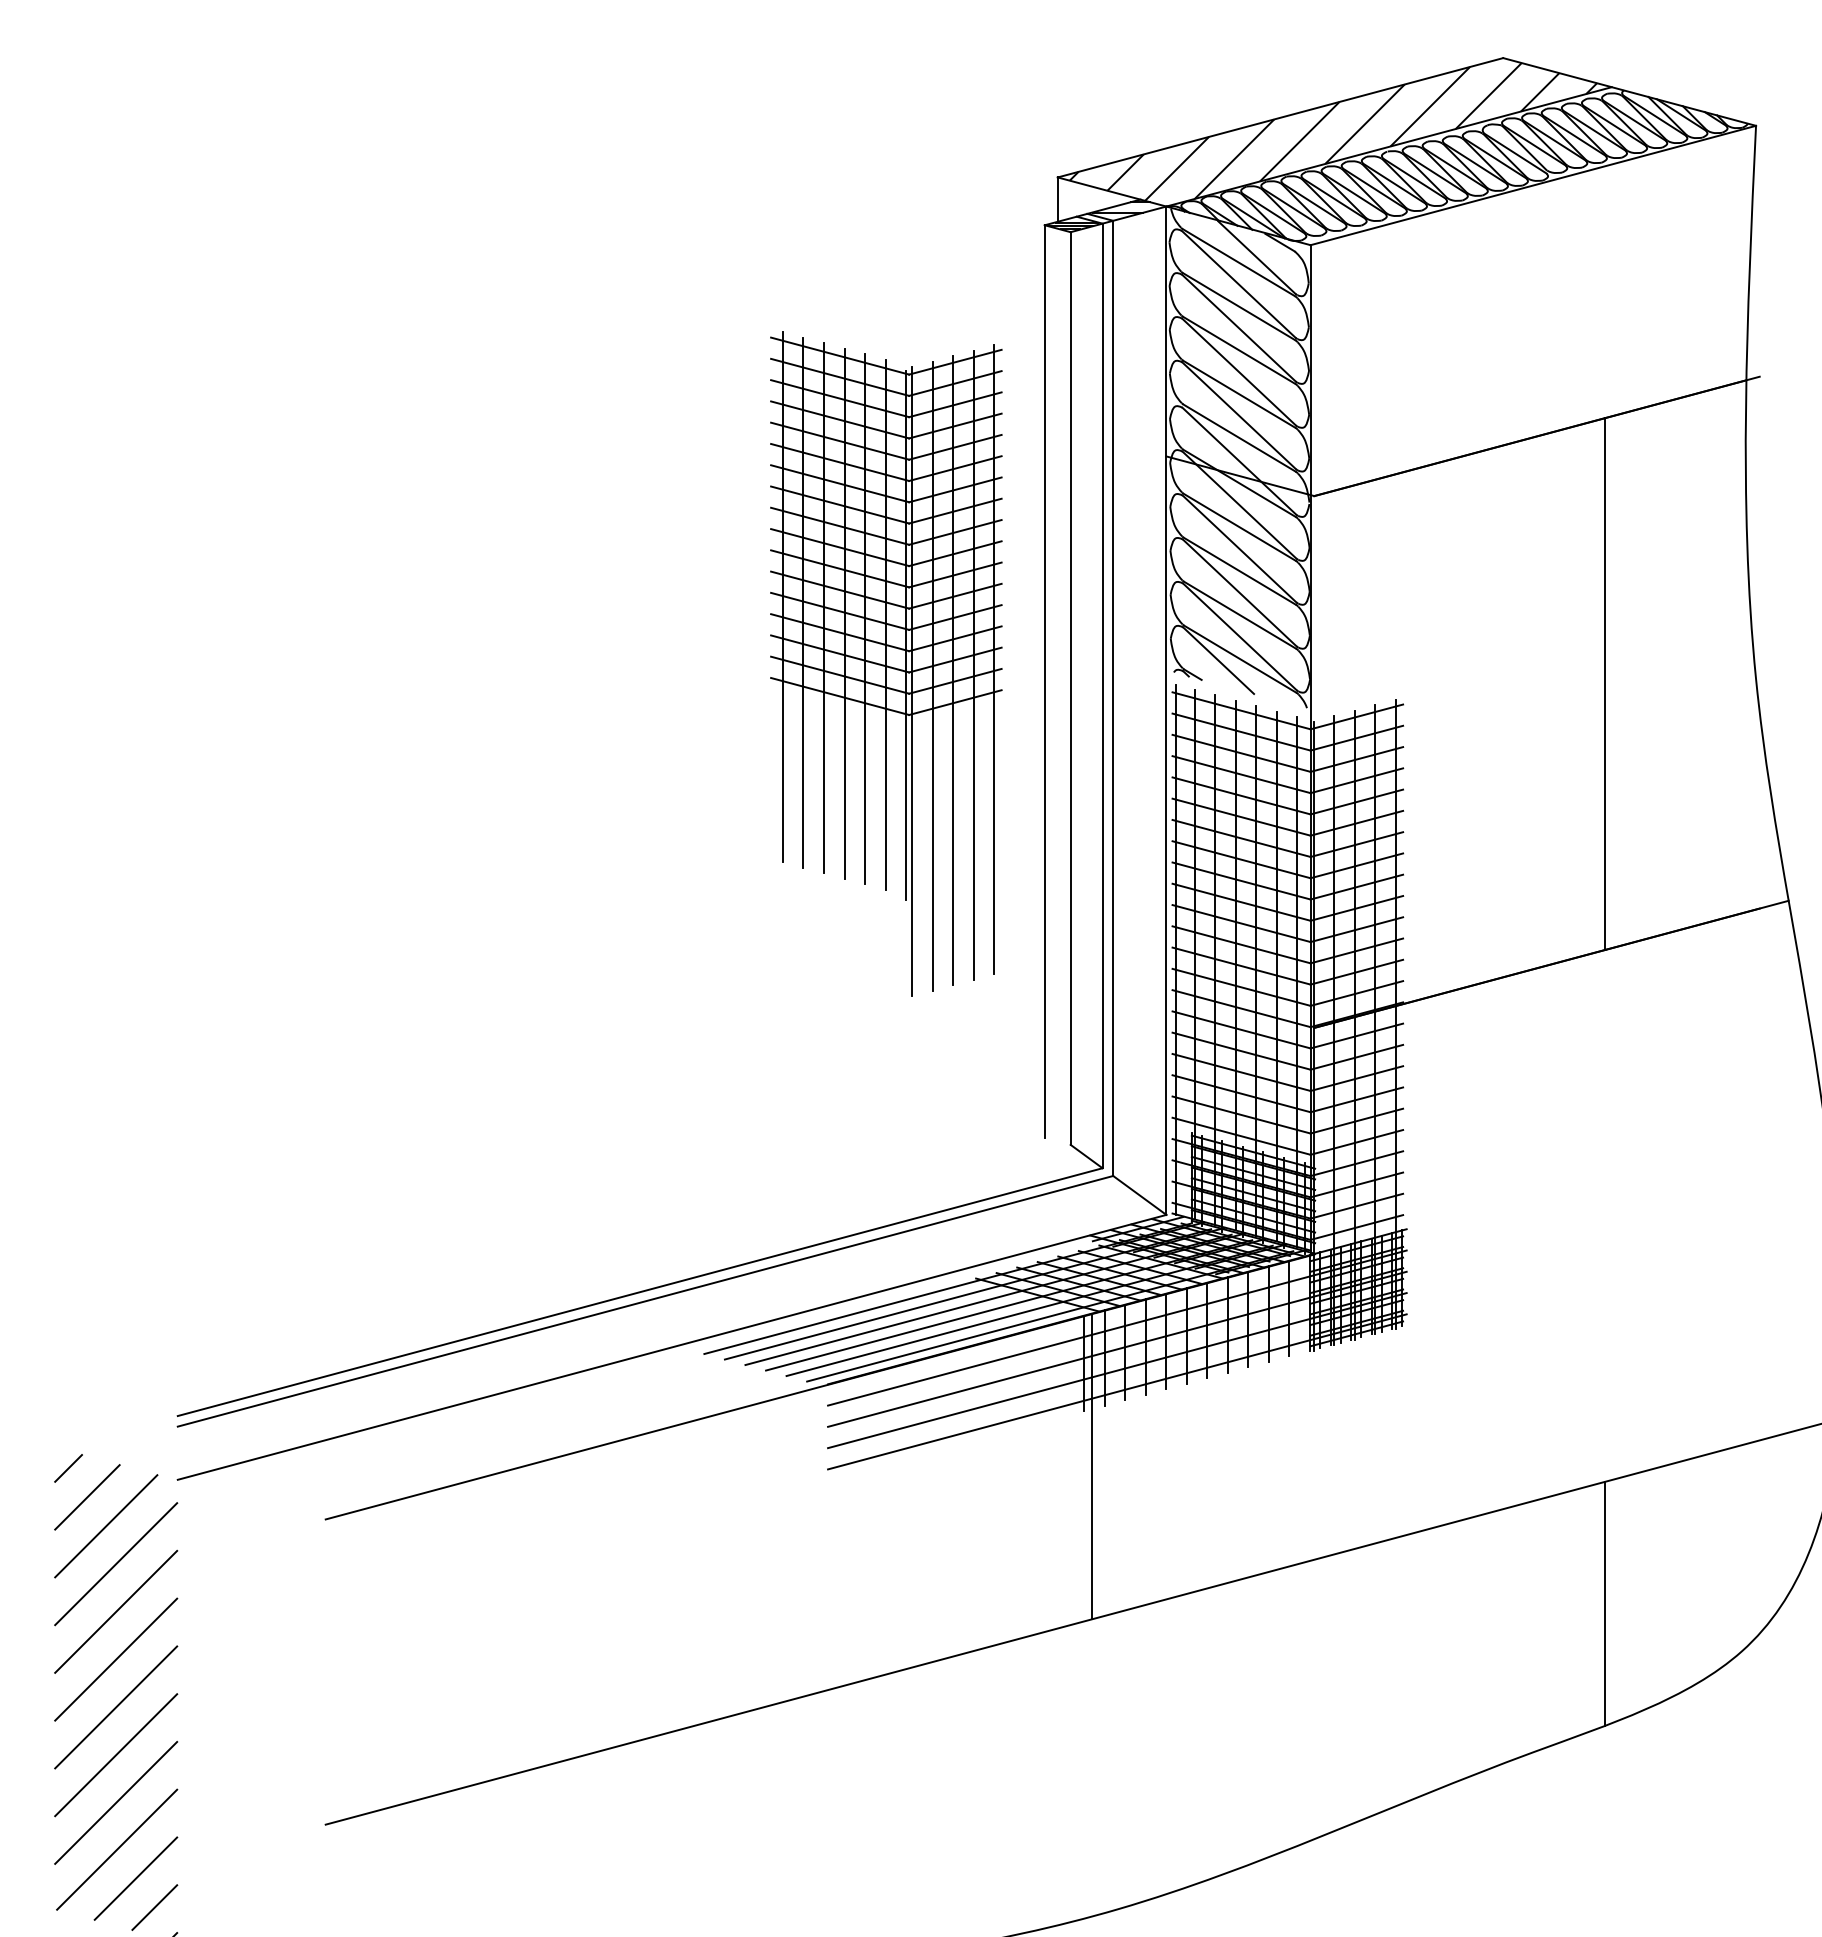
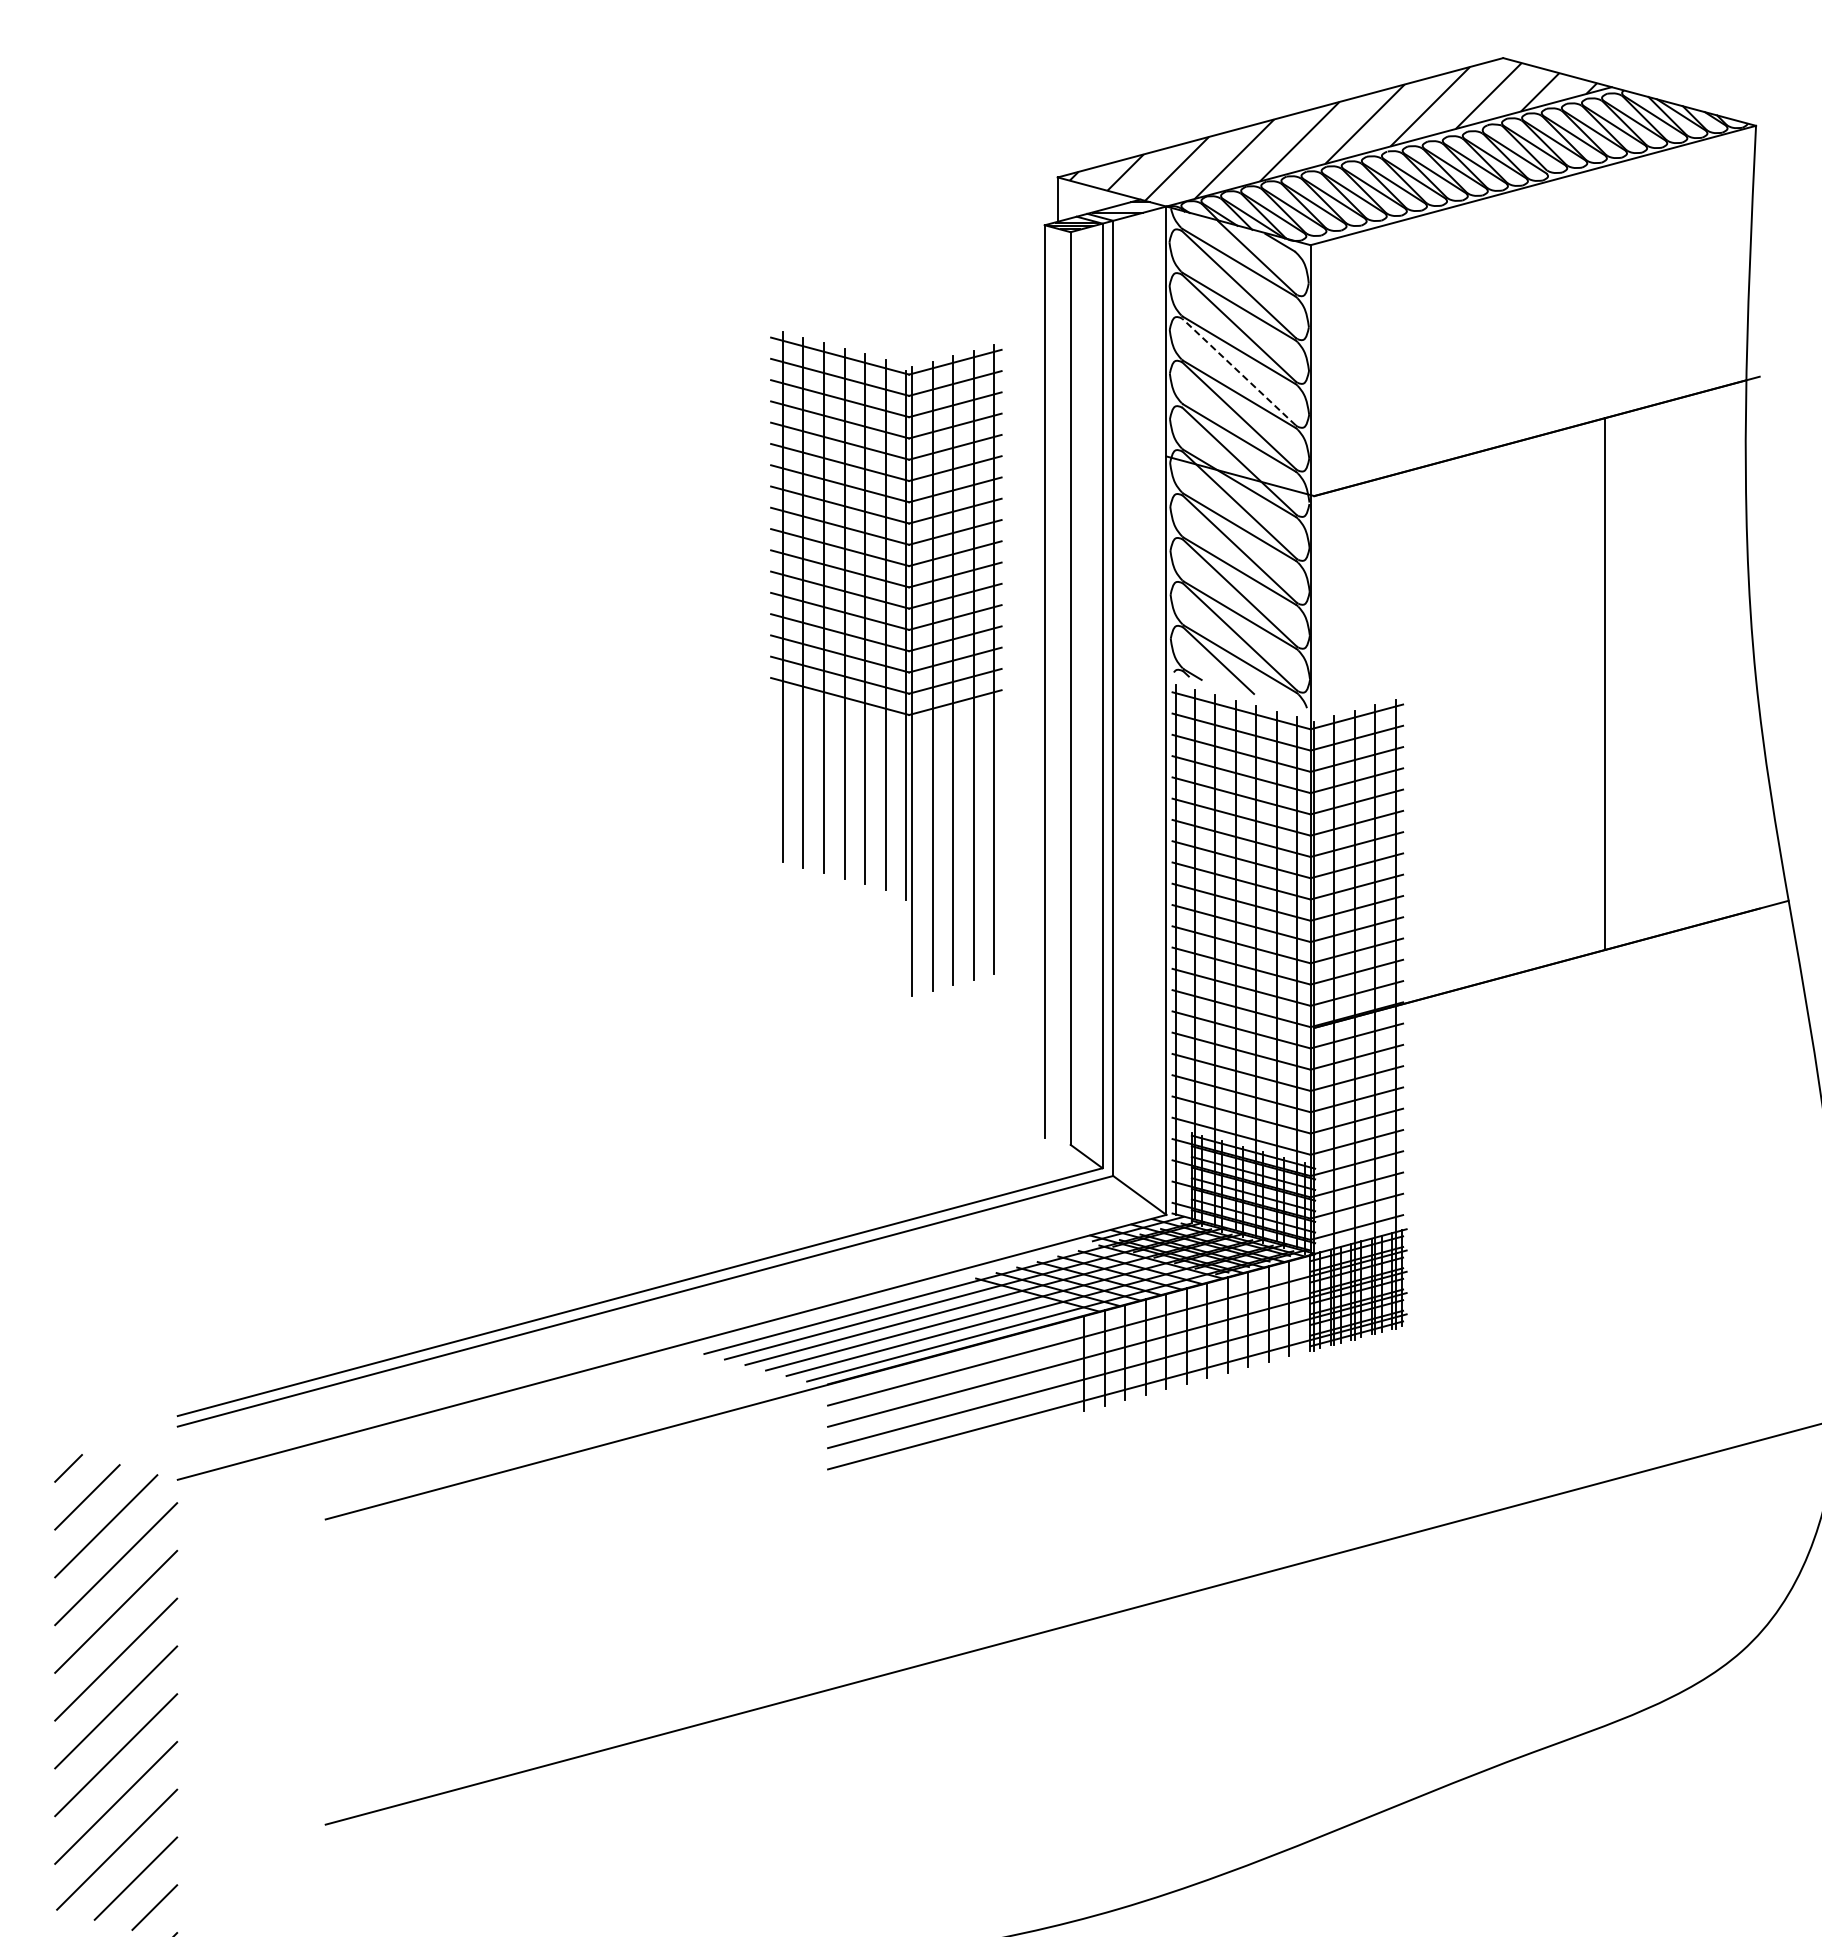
line at (1239, 372): solid -> dashed
line at (1091, 1466): present -> none
line at (1605, 1603): present -> none
